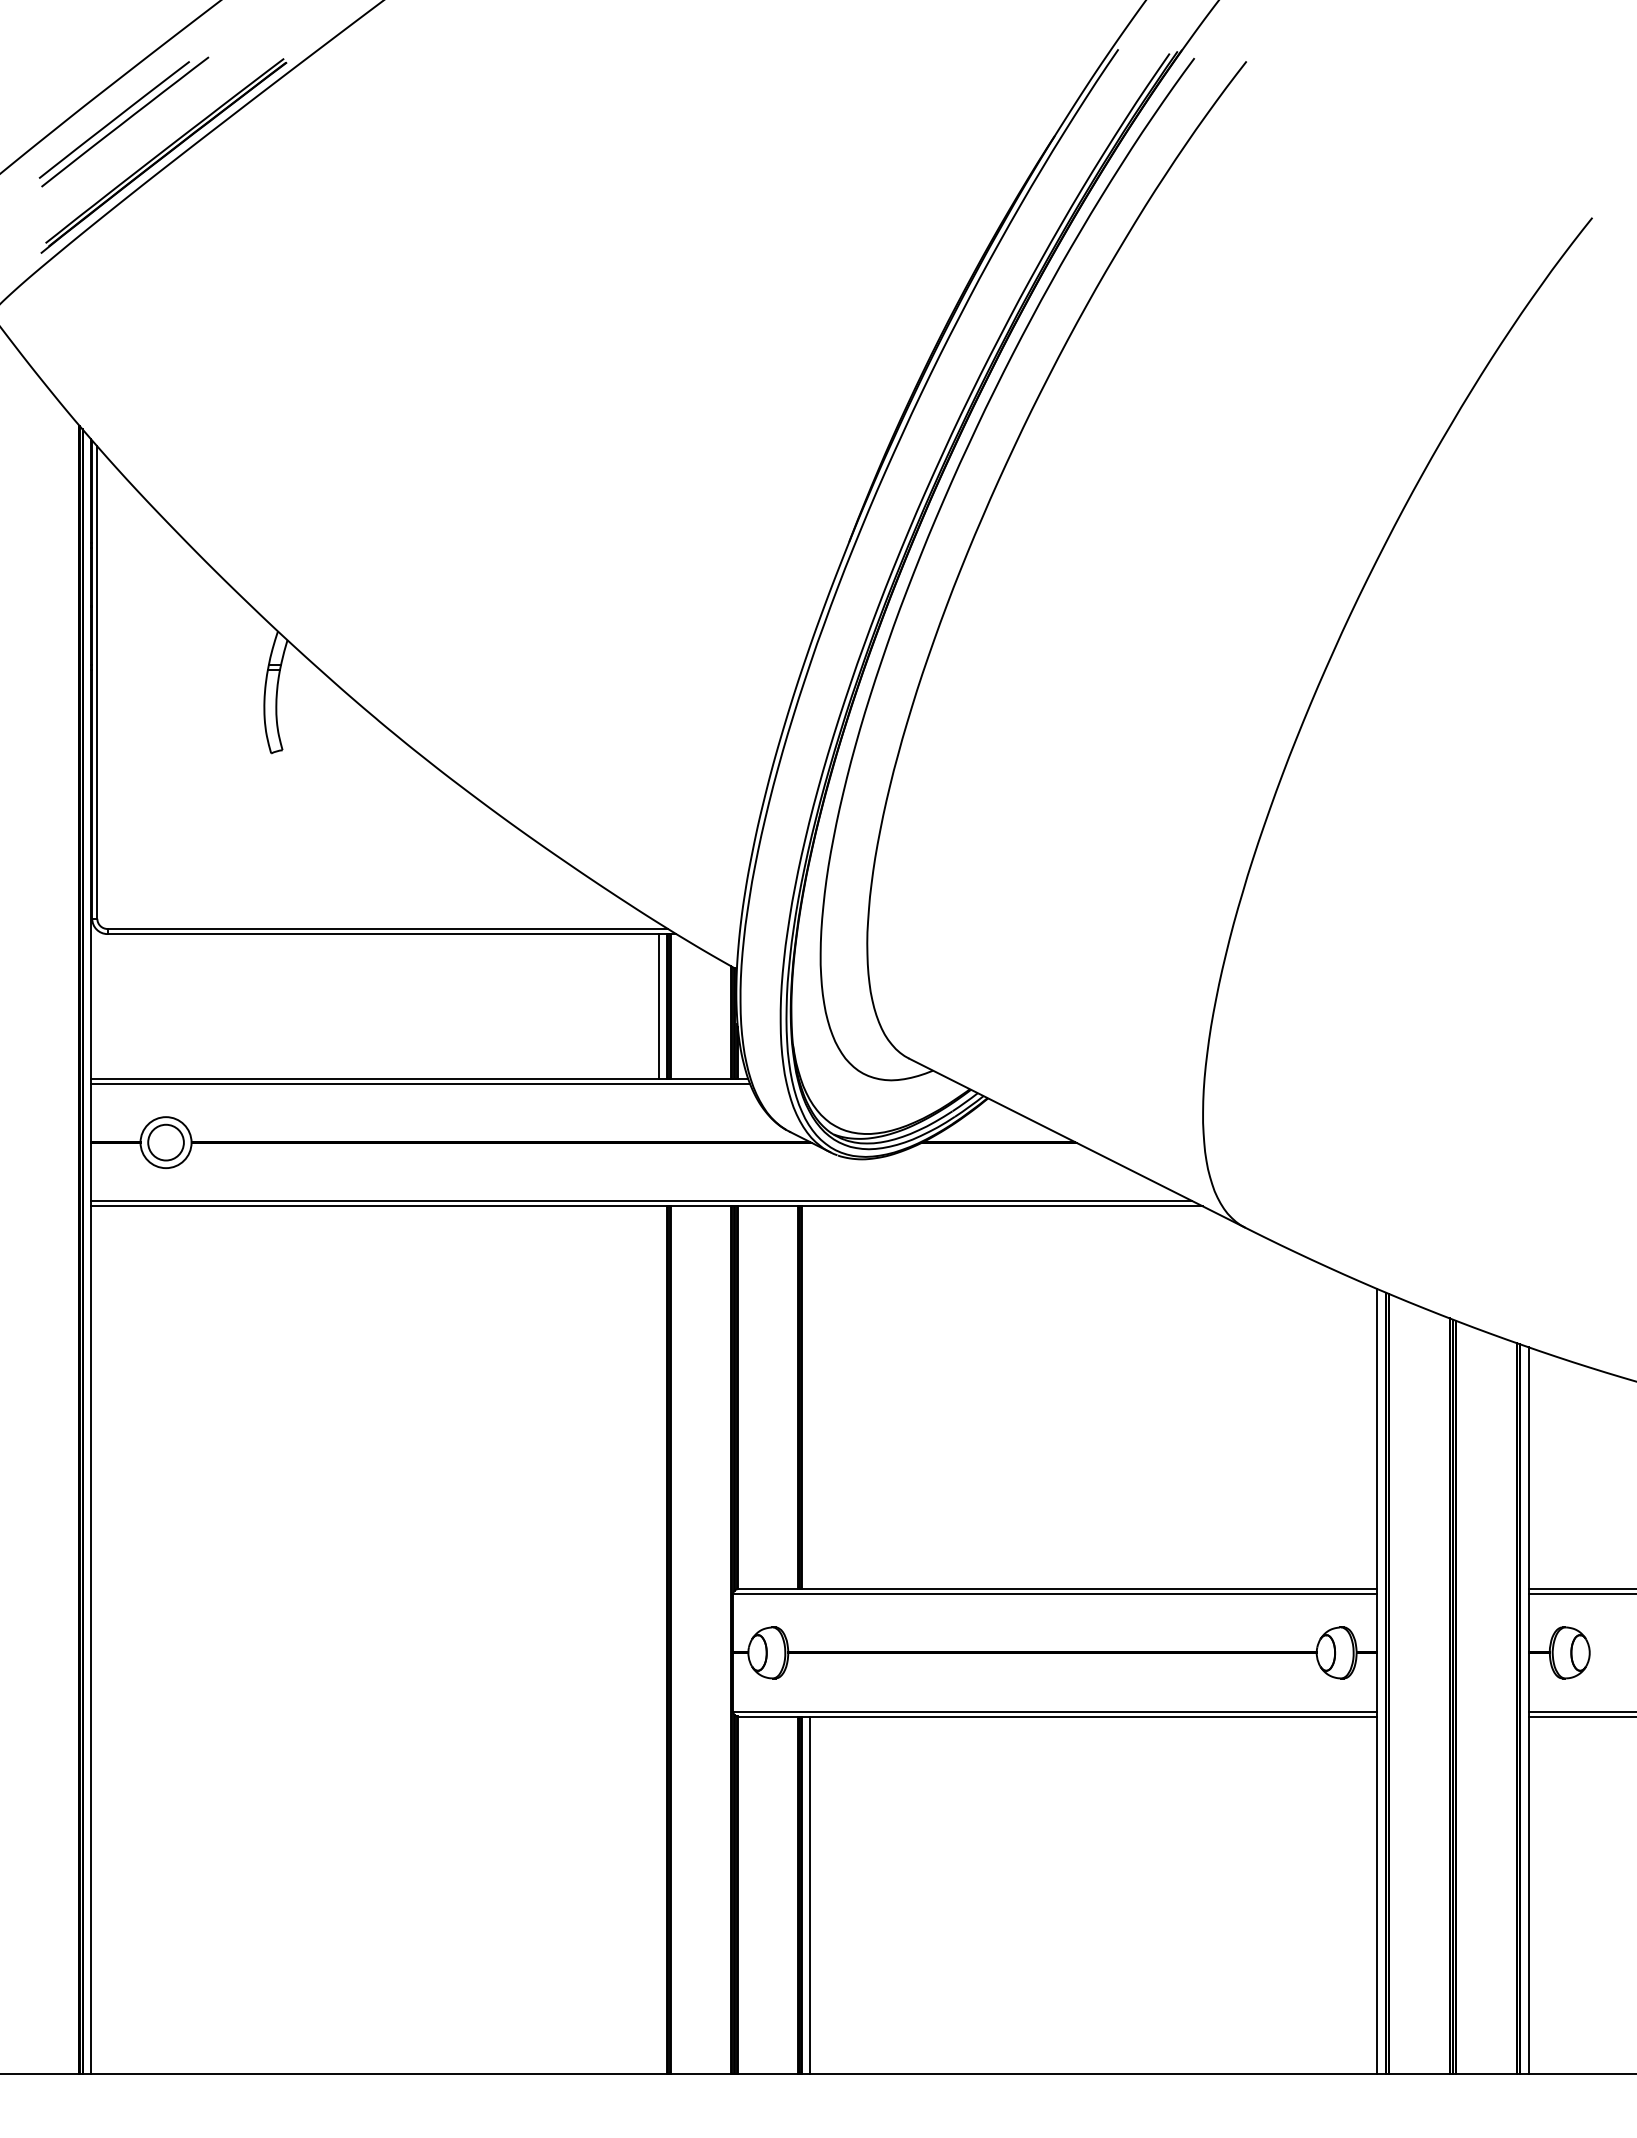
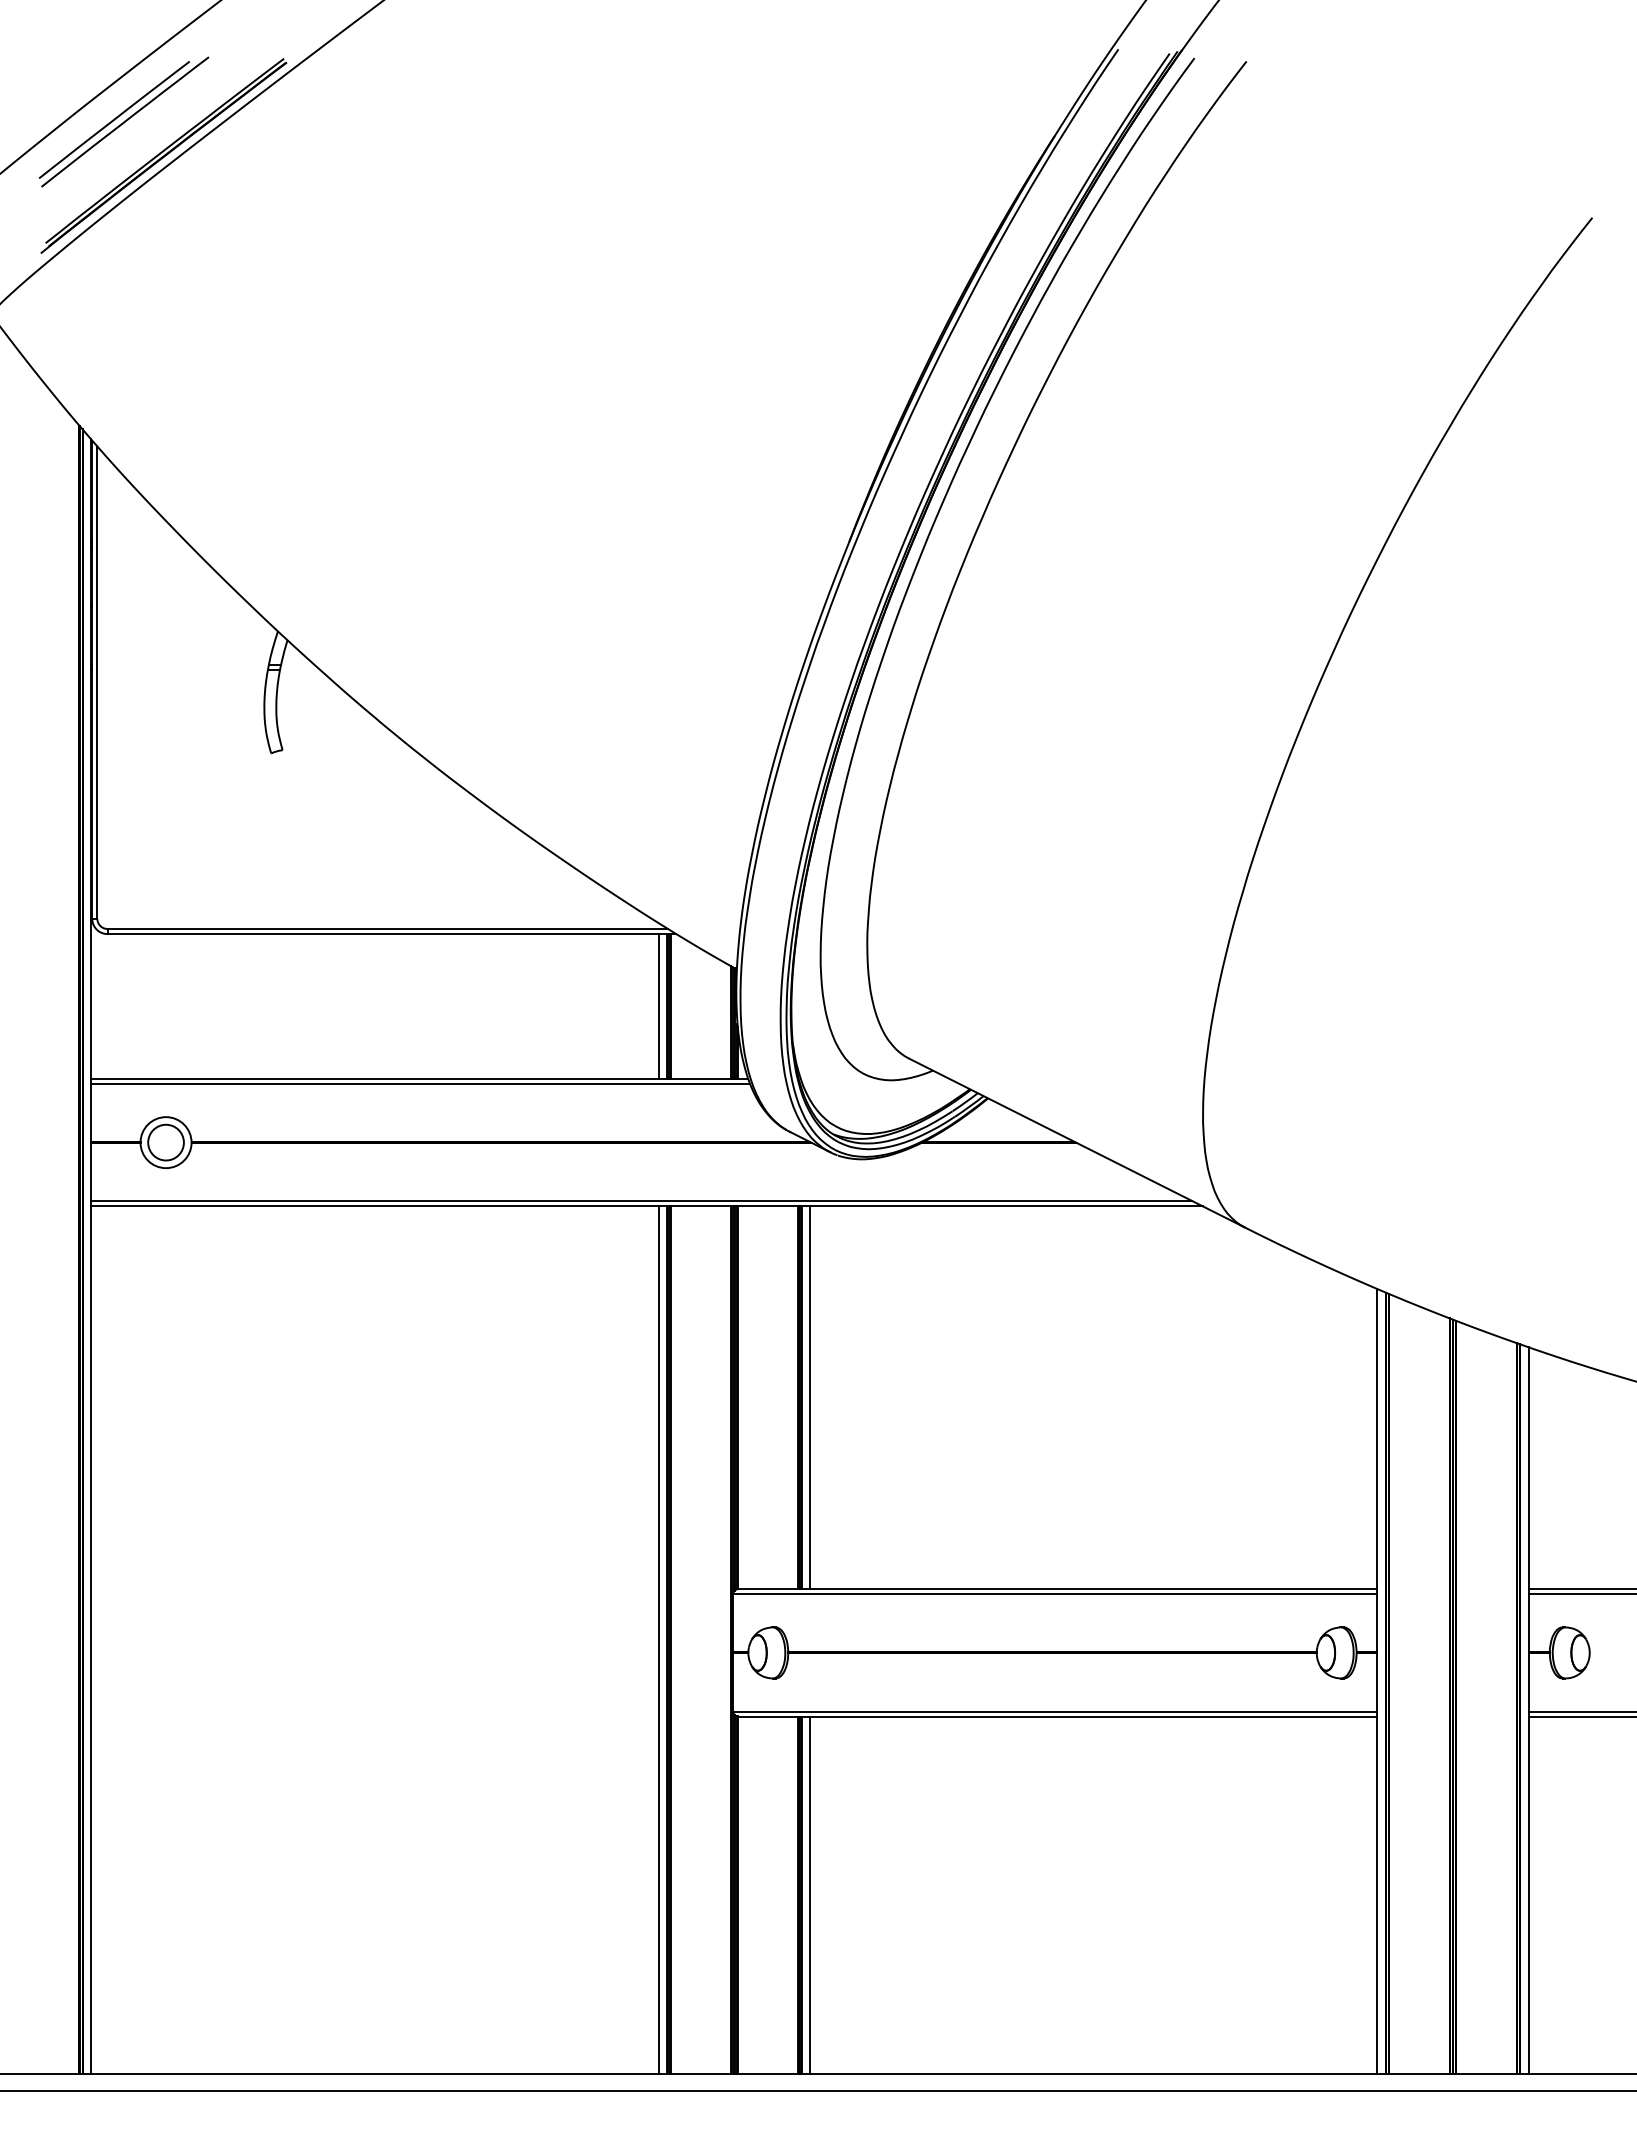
line at (810, 1397): none -> present
line at (658, 1639): none -> present
line at (817, 2090): none -> present
